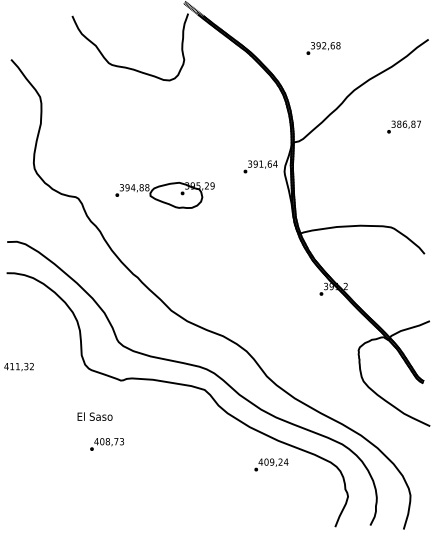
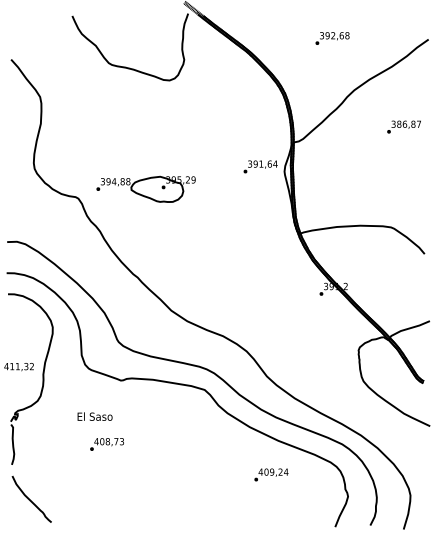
text at (323, 48) position: (323, 48) -> (332, 38)
part at (164, 194) position: (164, 194) -> (145, 188)
part at (30, 407): none -> present
text at (271, 464) position: (271, 464) -> (271, 474)
